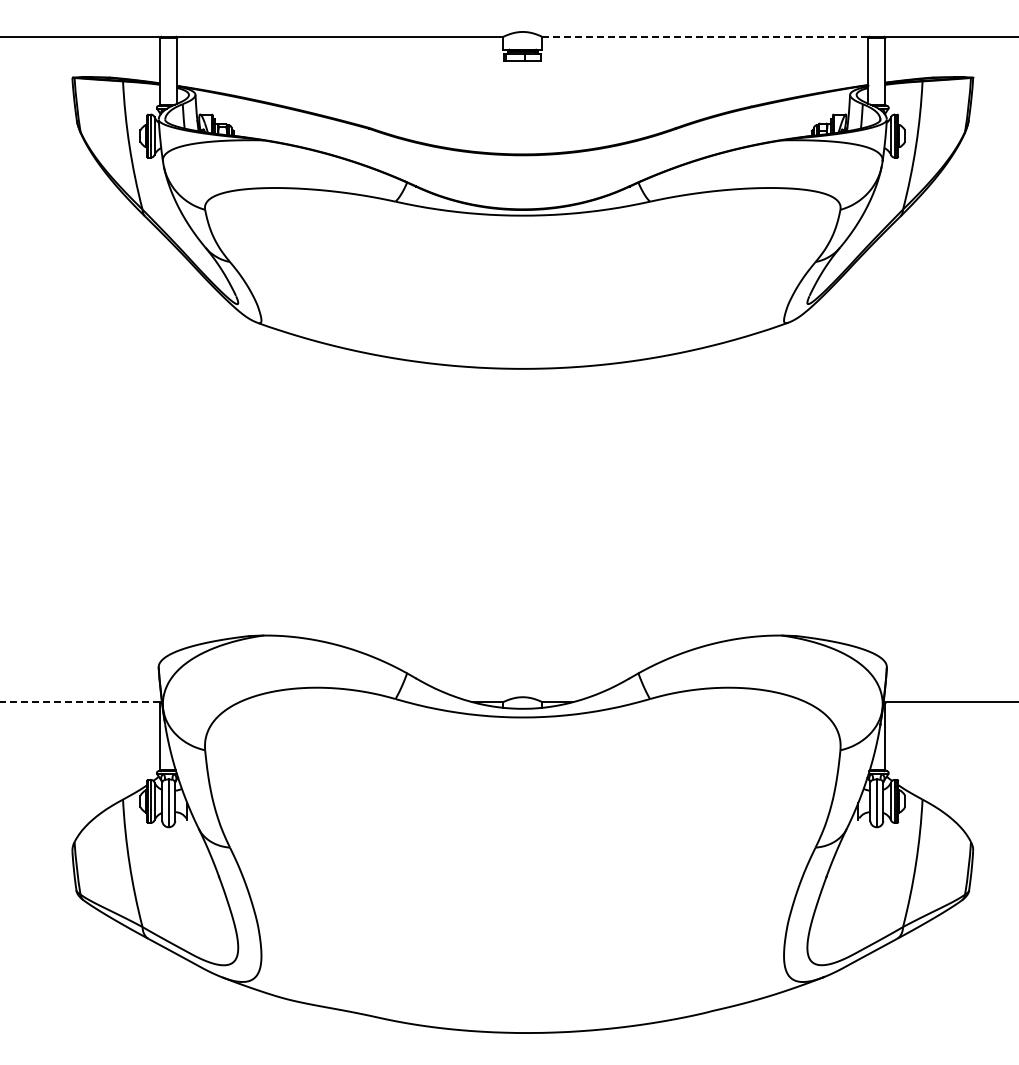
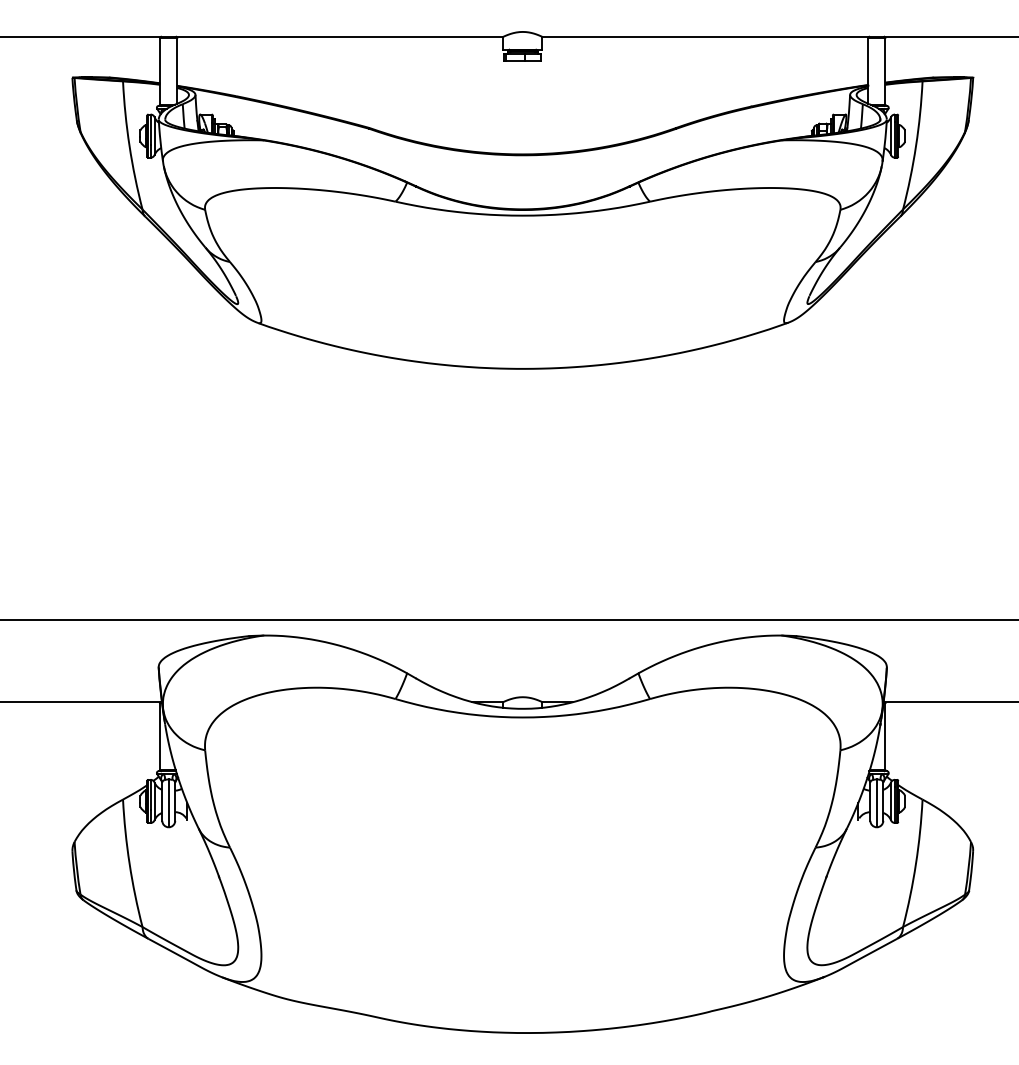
line at (705, 36): dashed -> solid
line at (508, 620): none -> present
line at (81, 702): dashed -> solid
